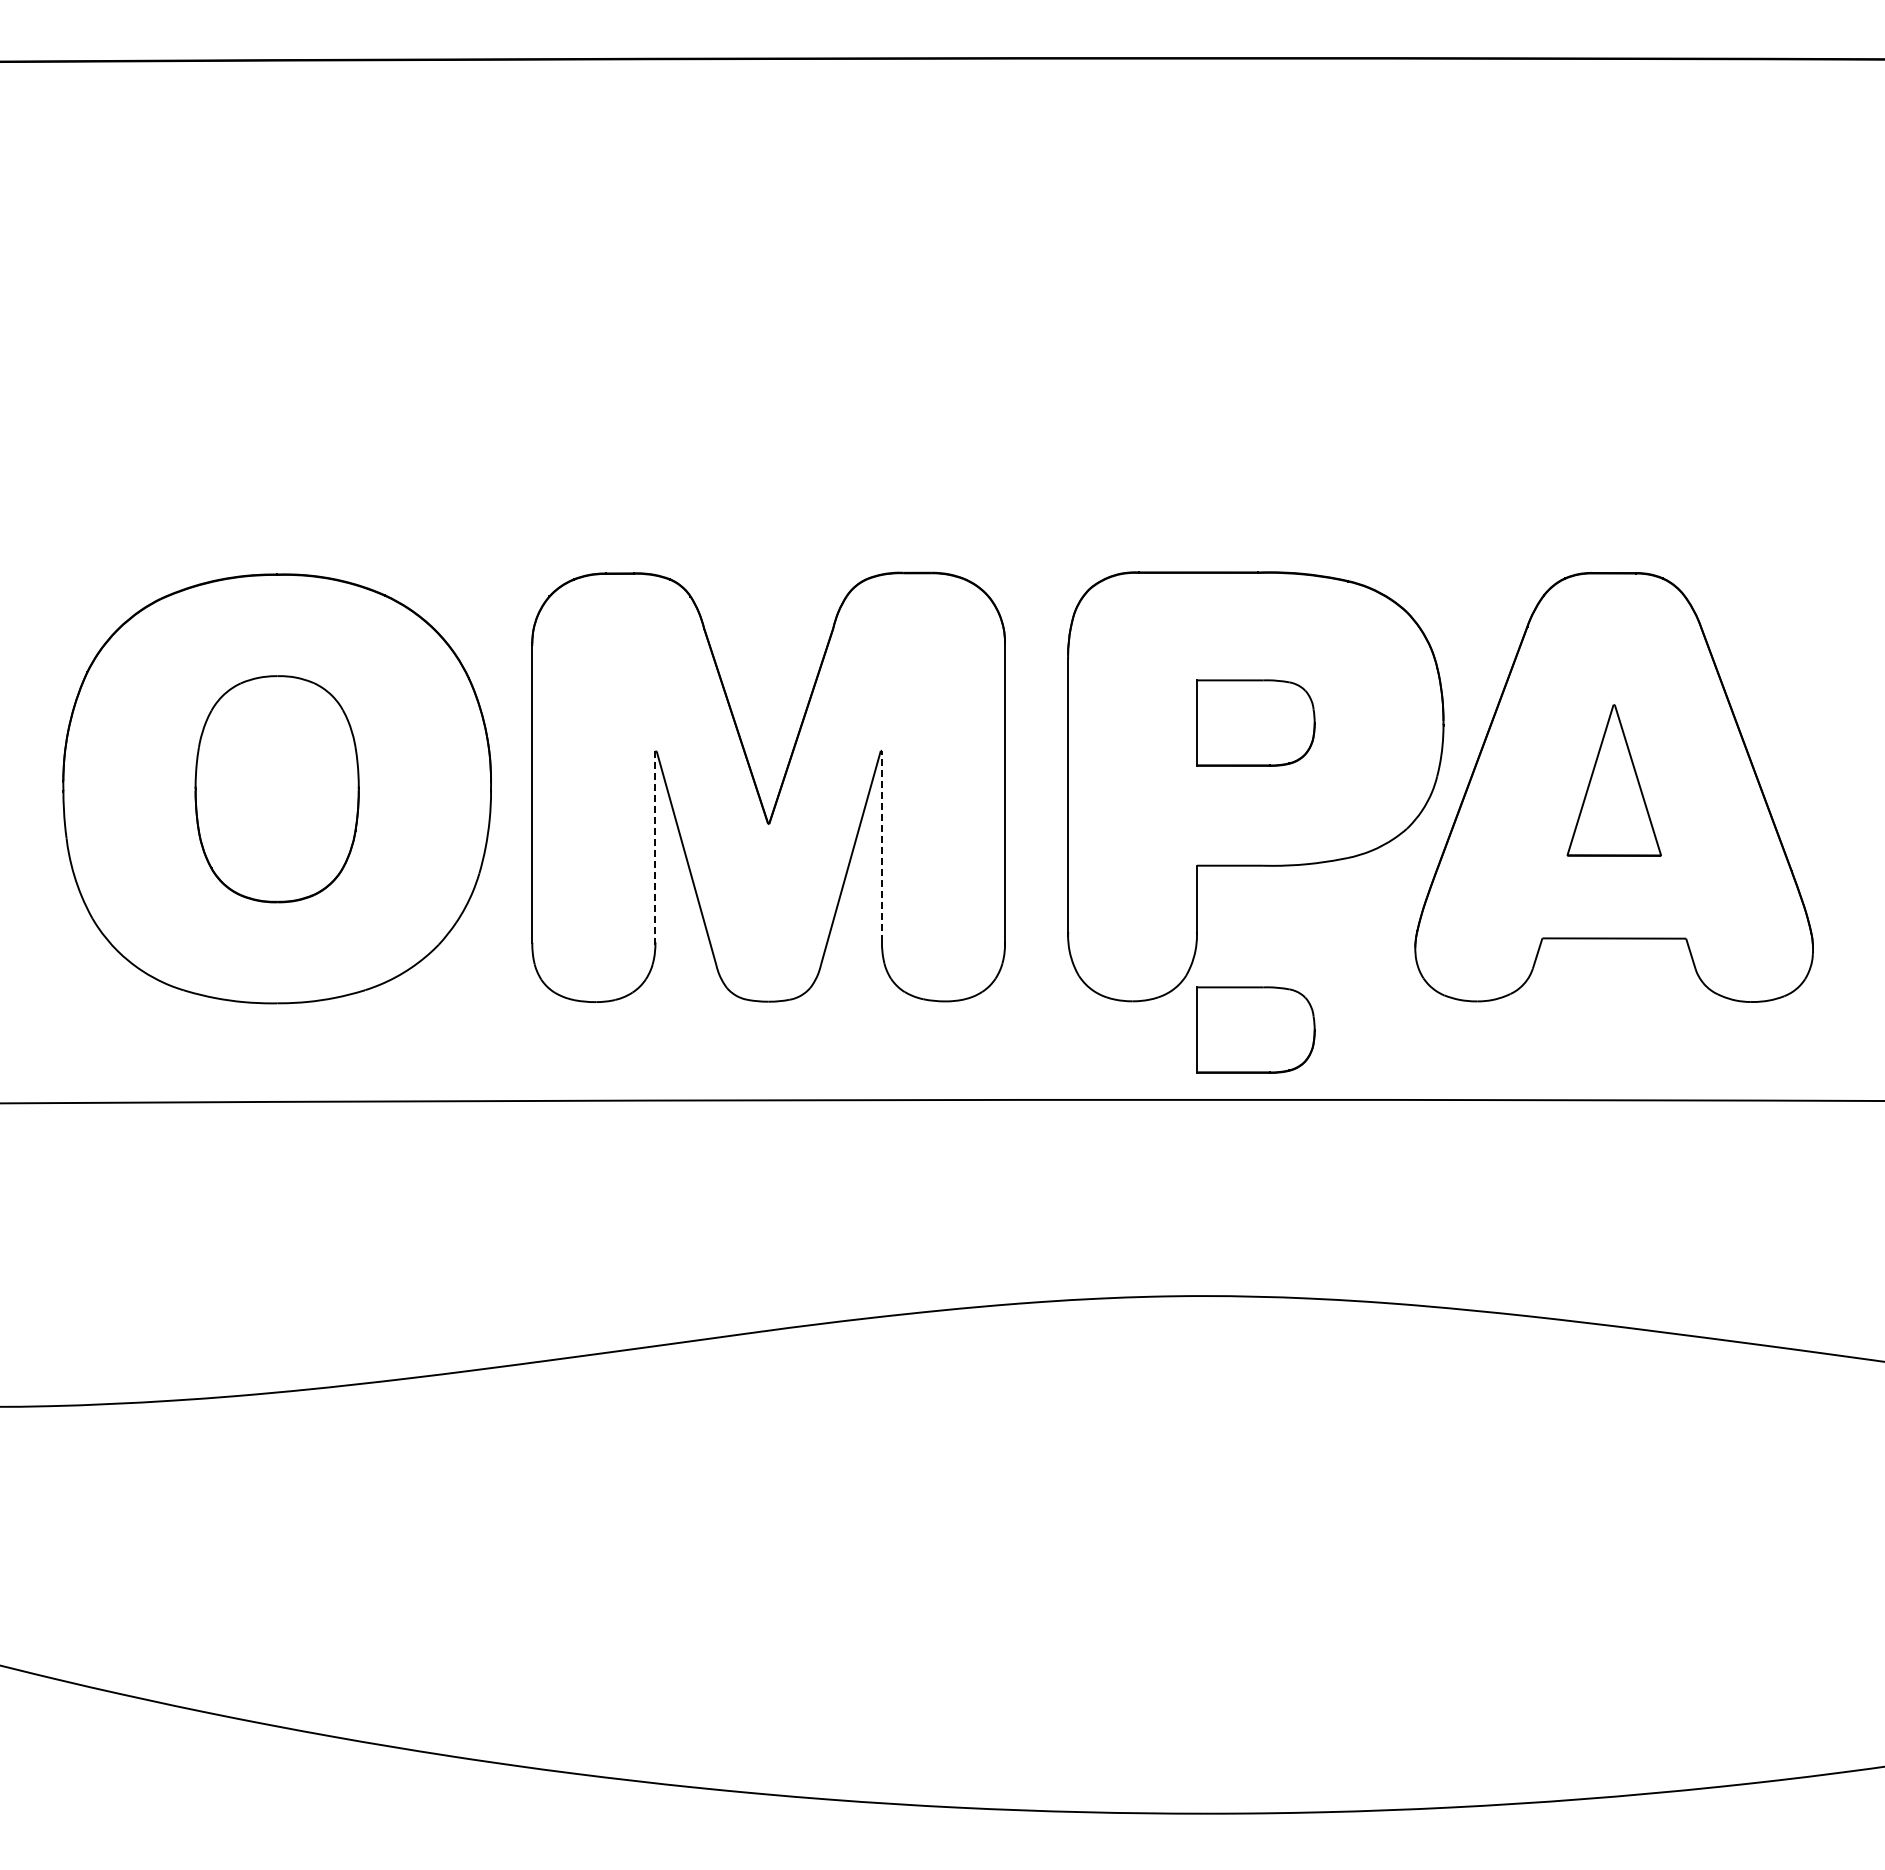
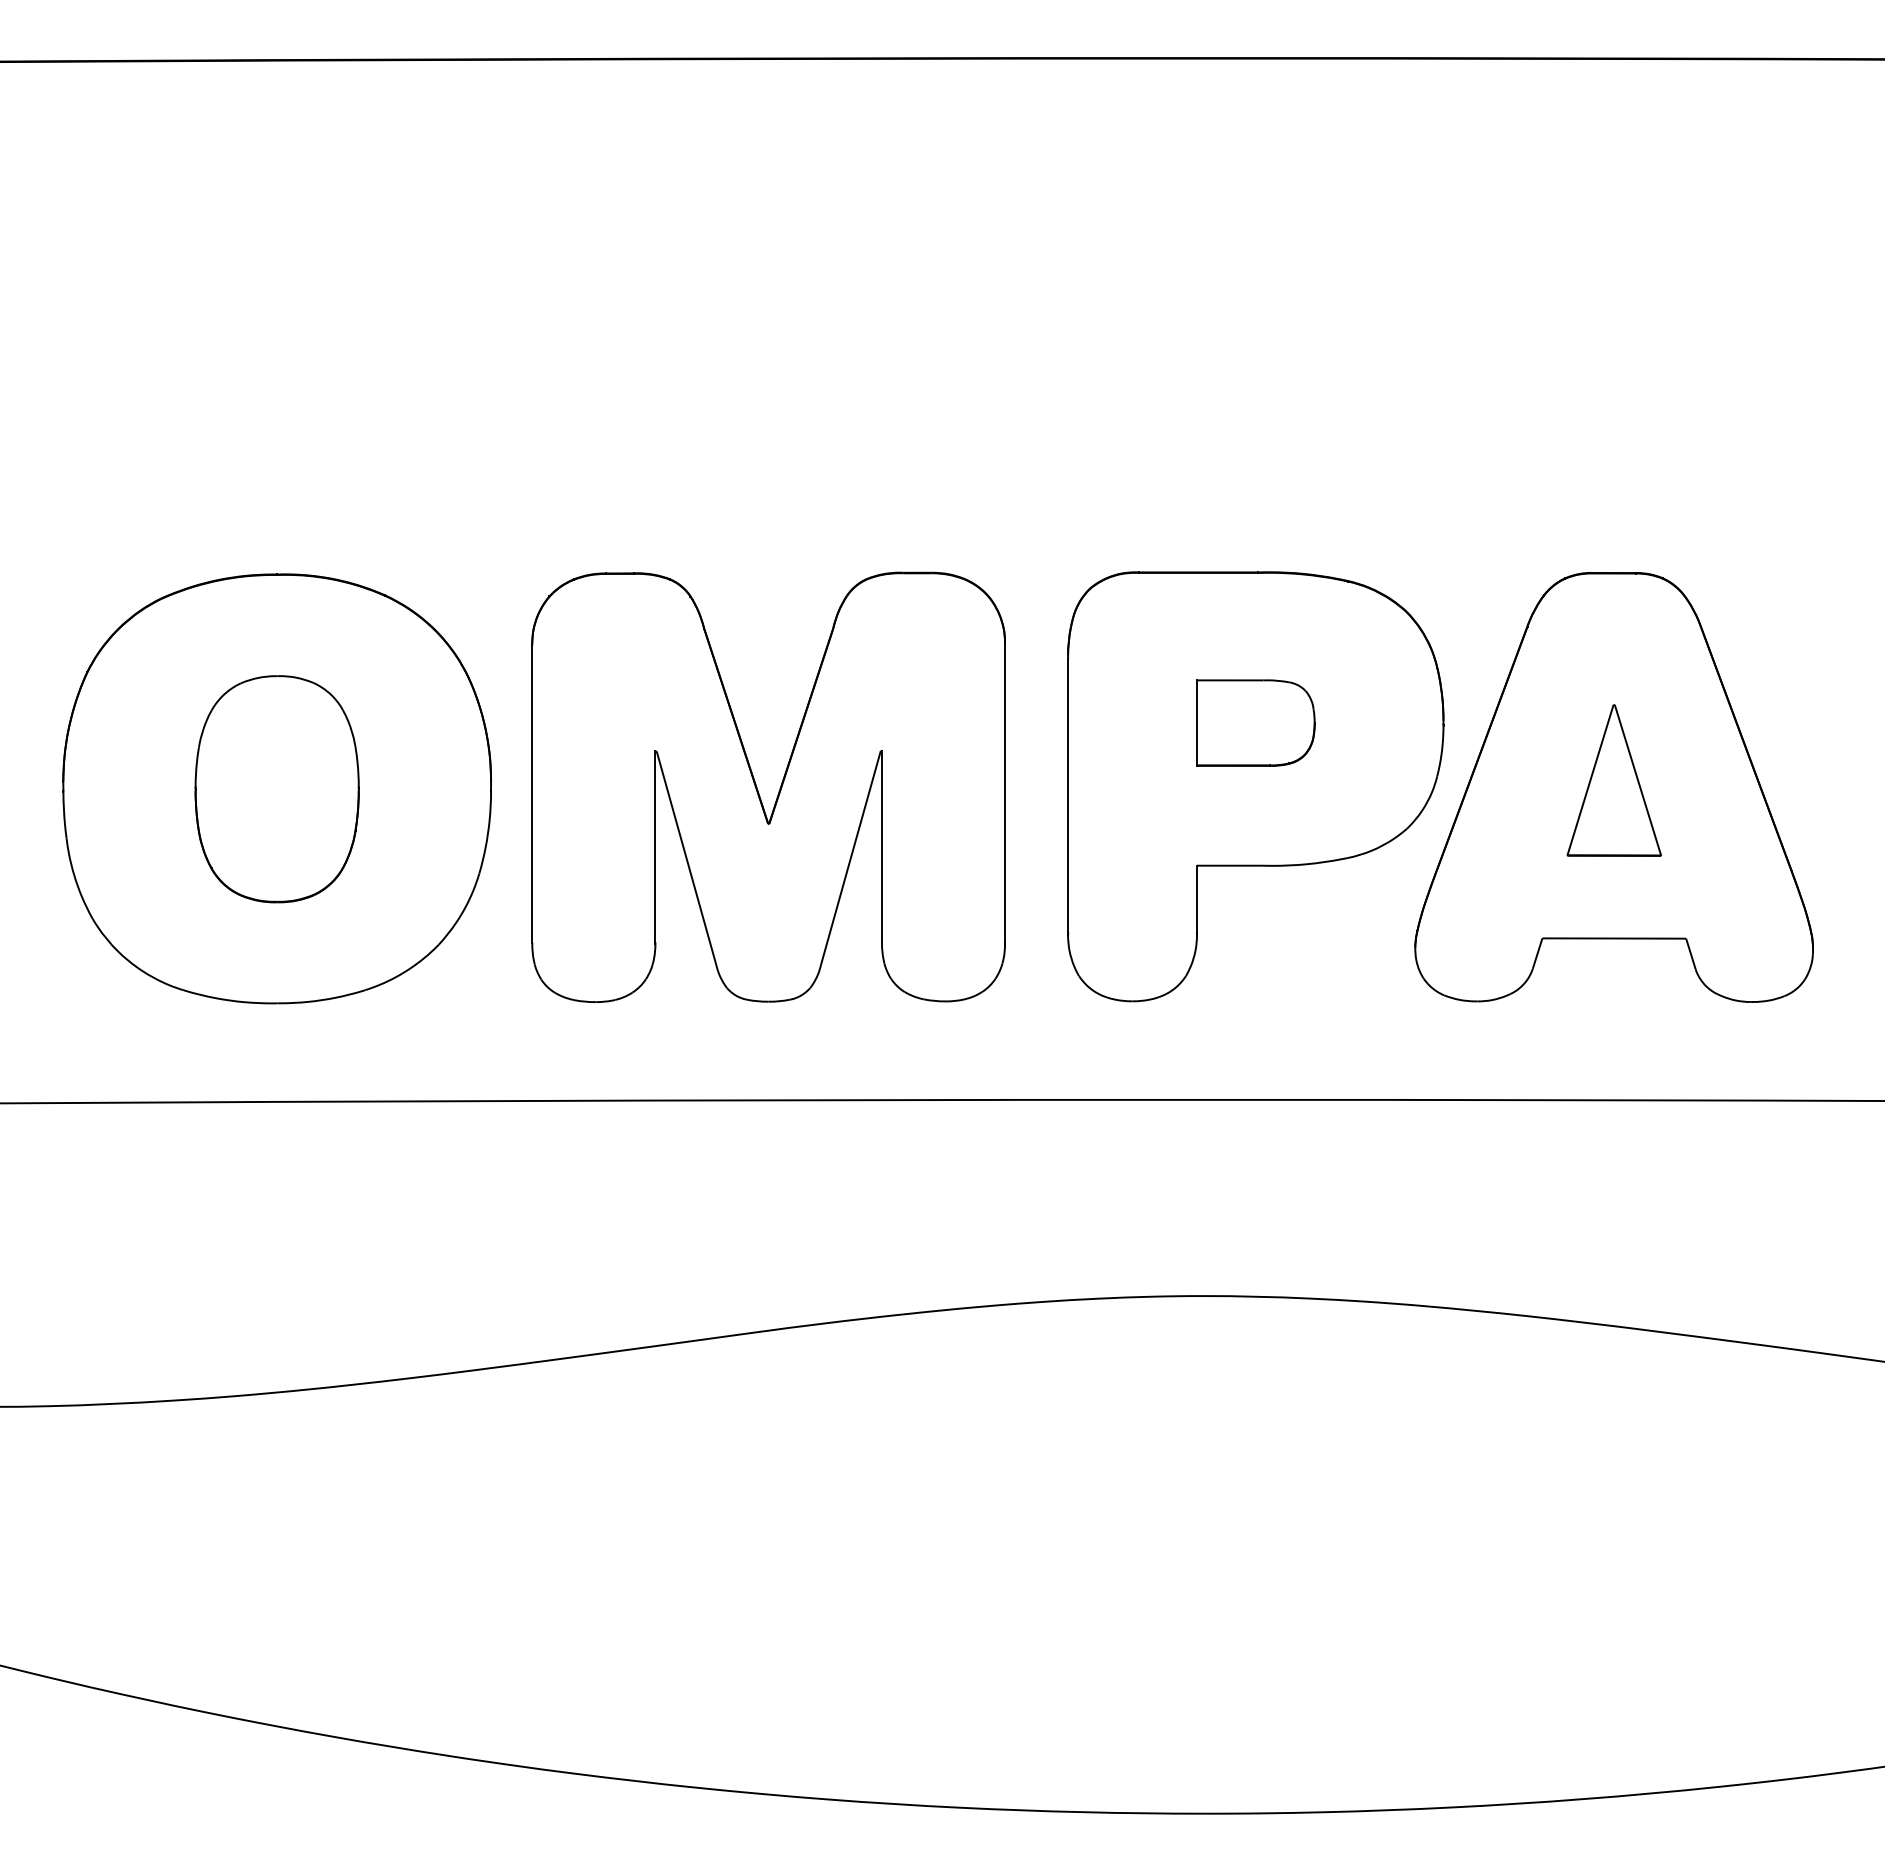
line at (881, 846): dashed -> solid
line at (655, 847): dashed -> solid
part at (1255, 1029): present -> none
